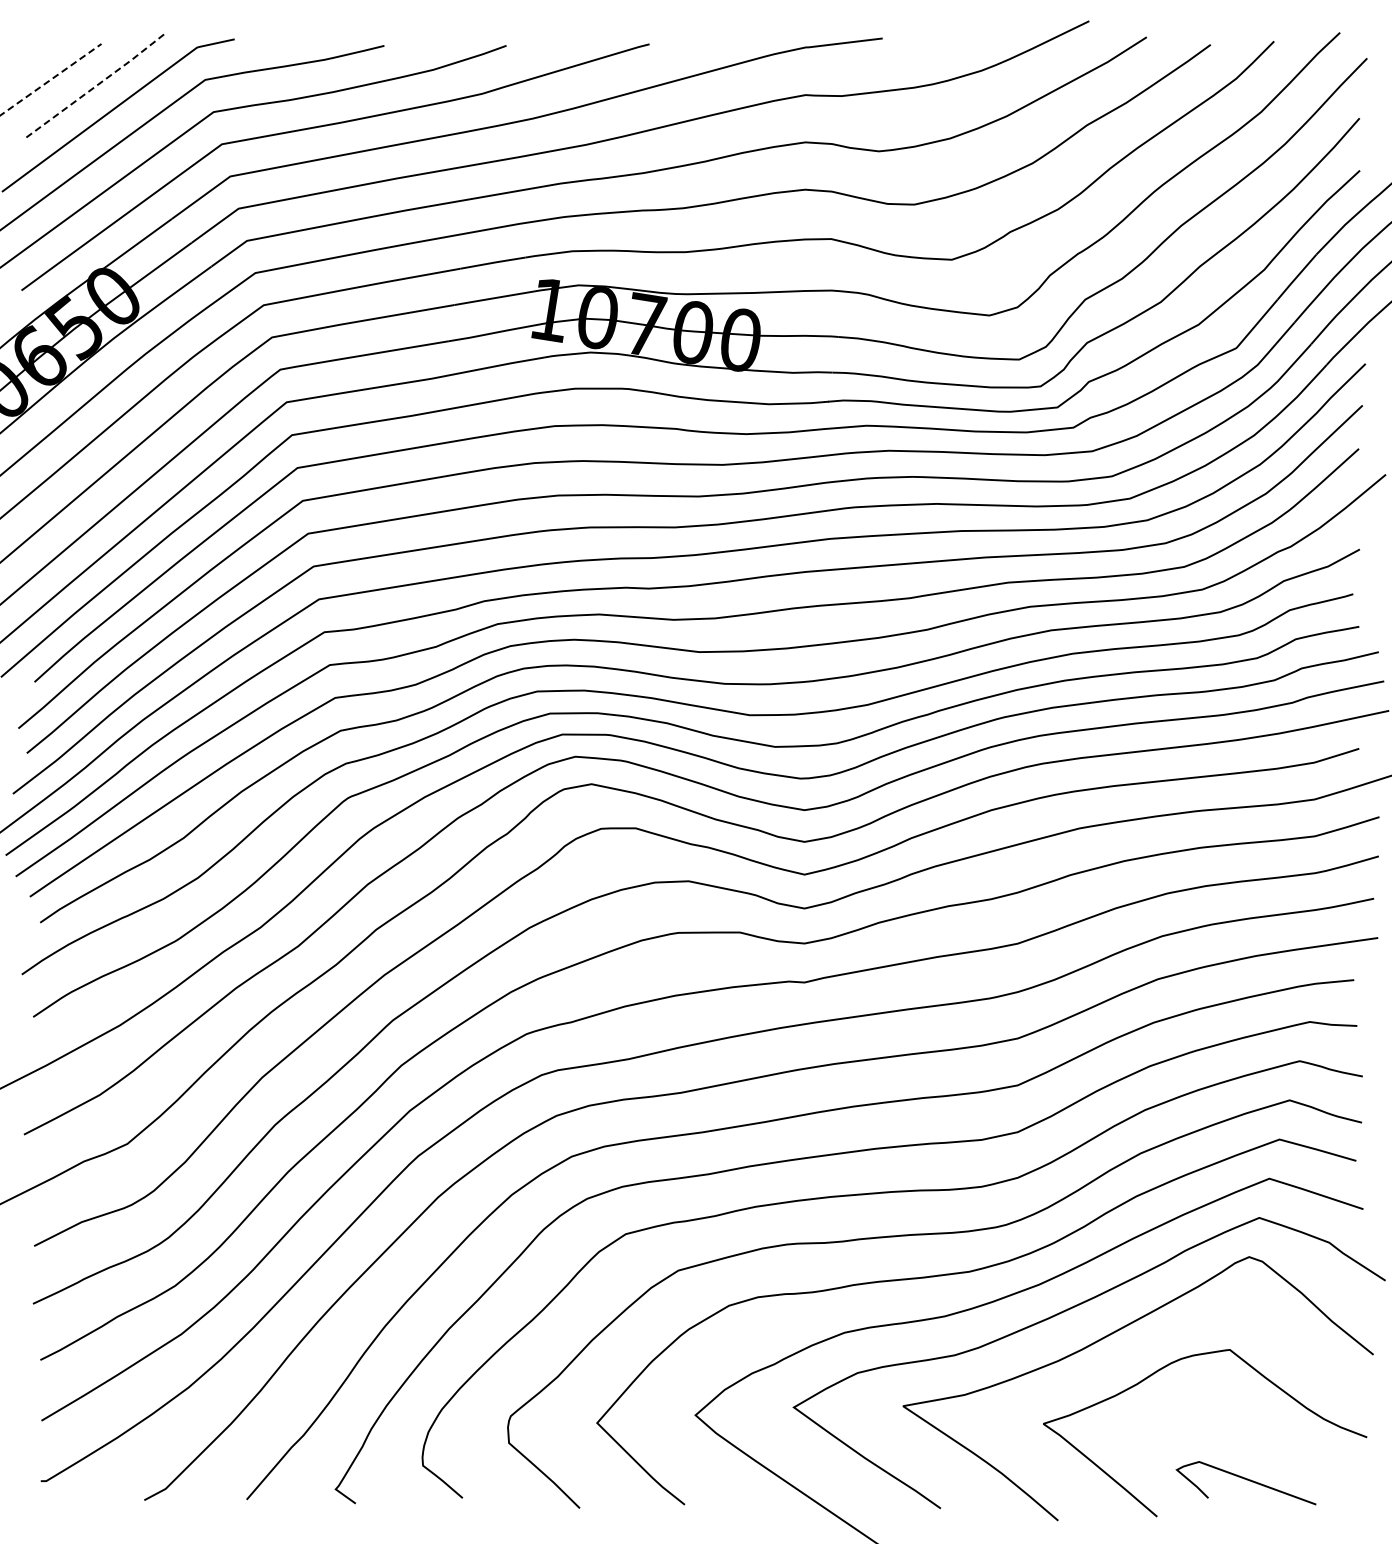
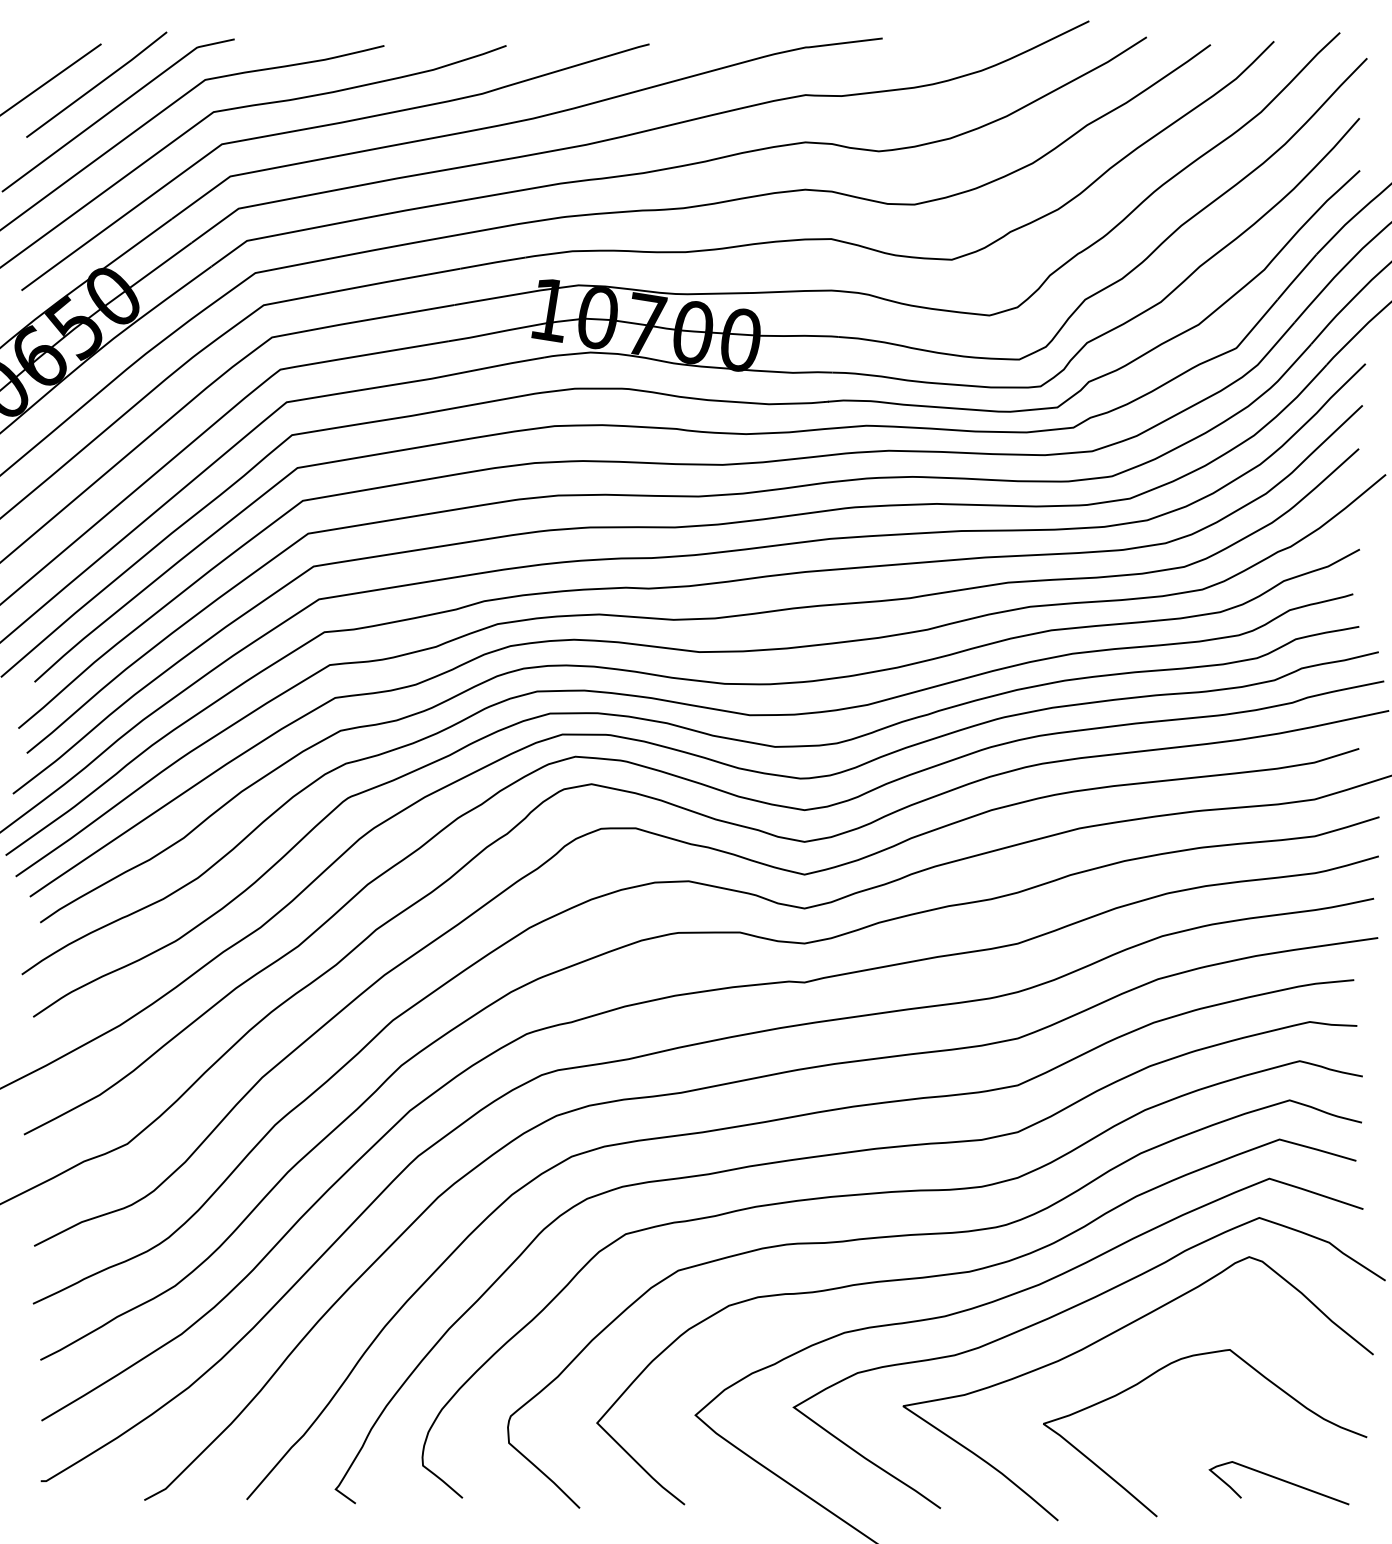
line at (50, 79): dashed -> solid
line at (97, 84): dashed -> solid
curve at (1246, 1480) position: (1246, 1480) -> (1279, 1480)
